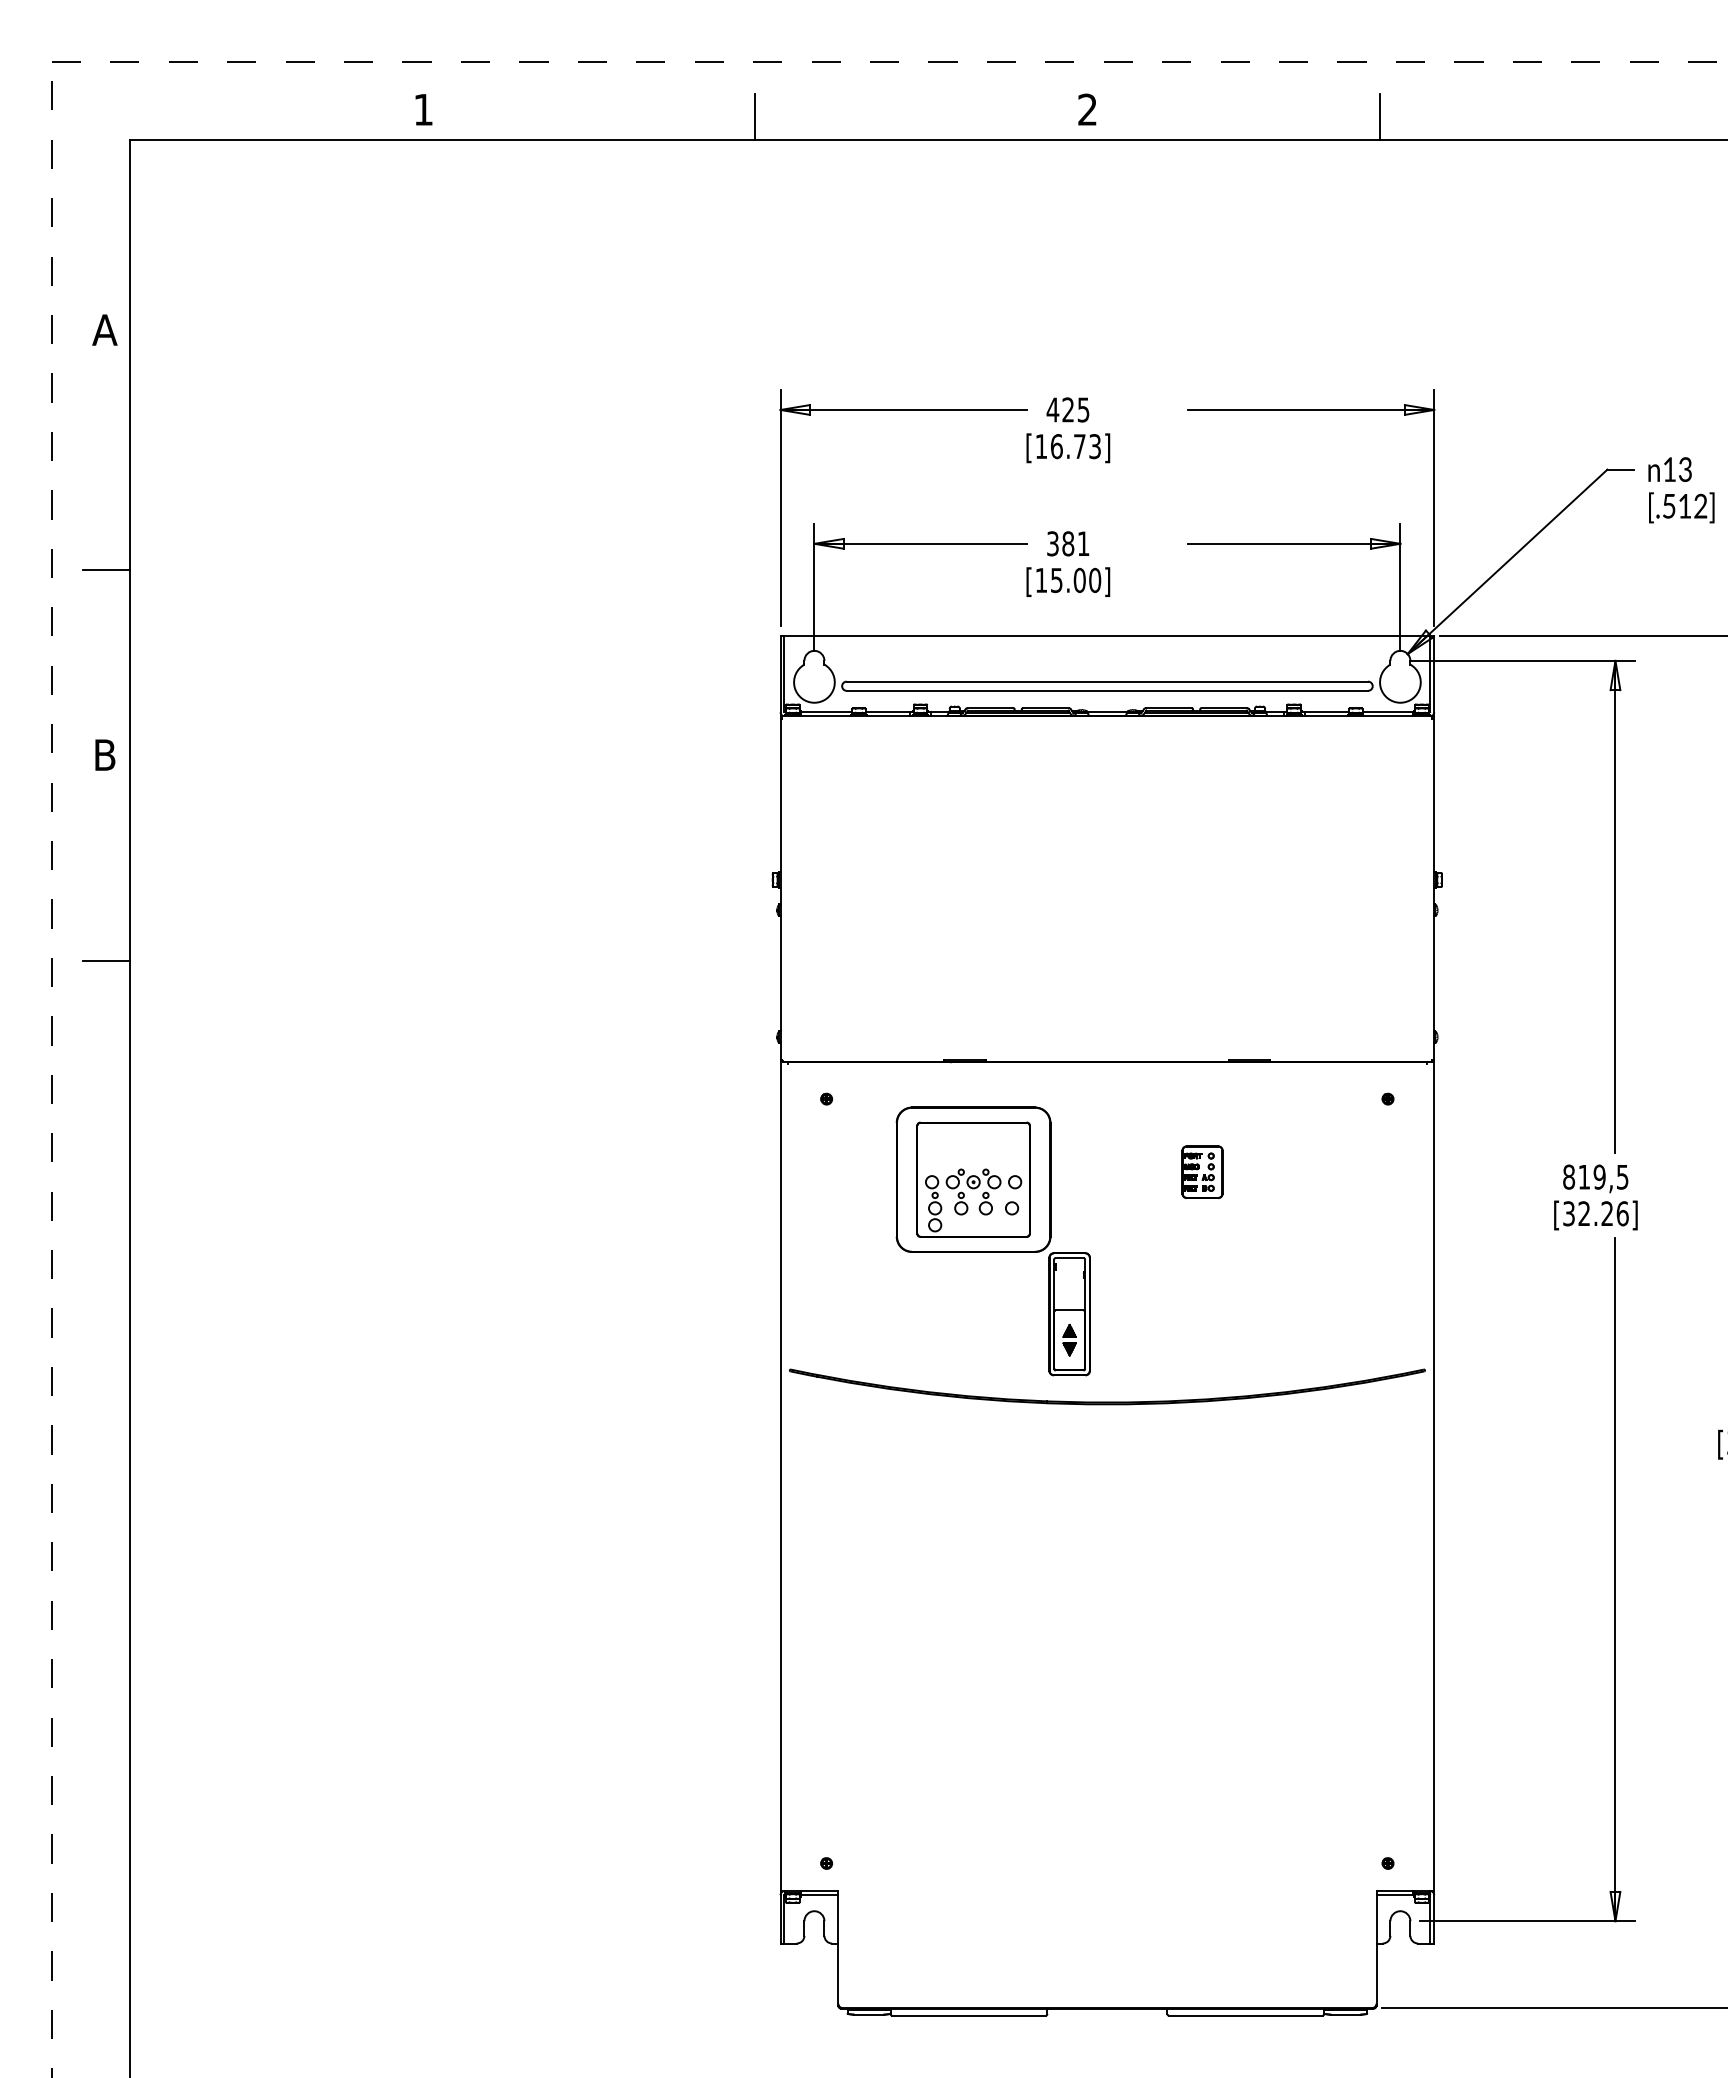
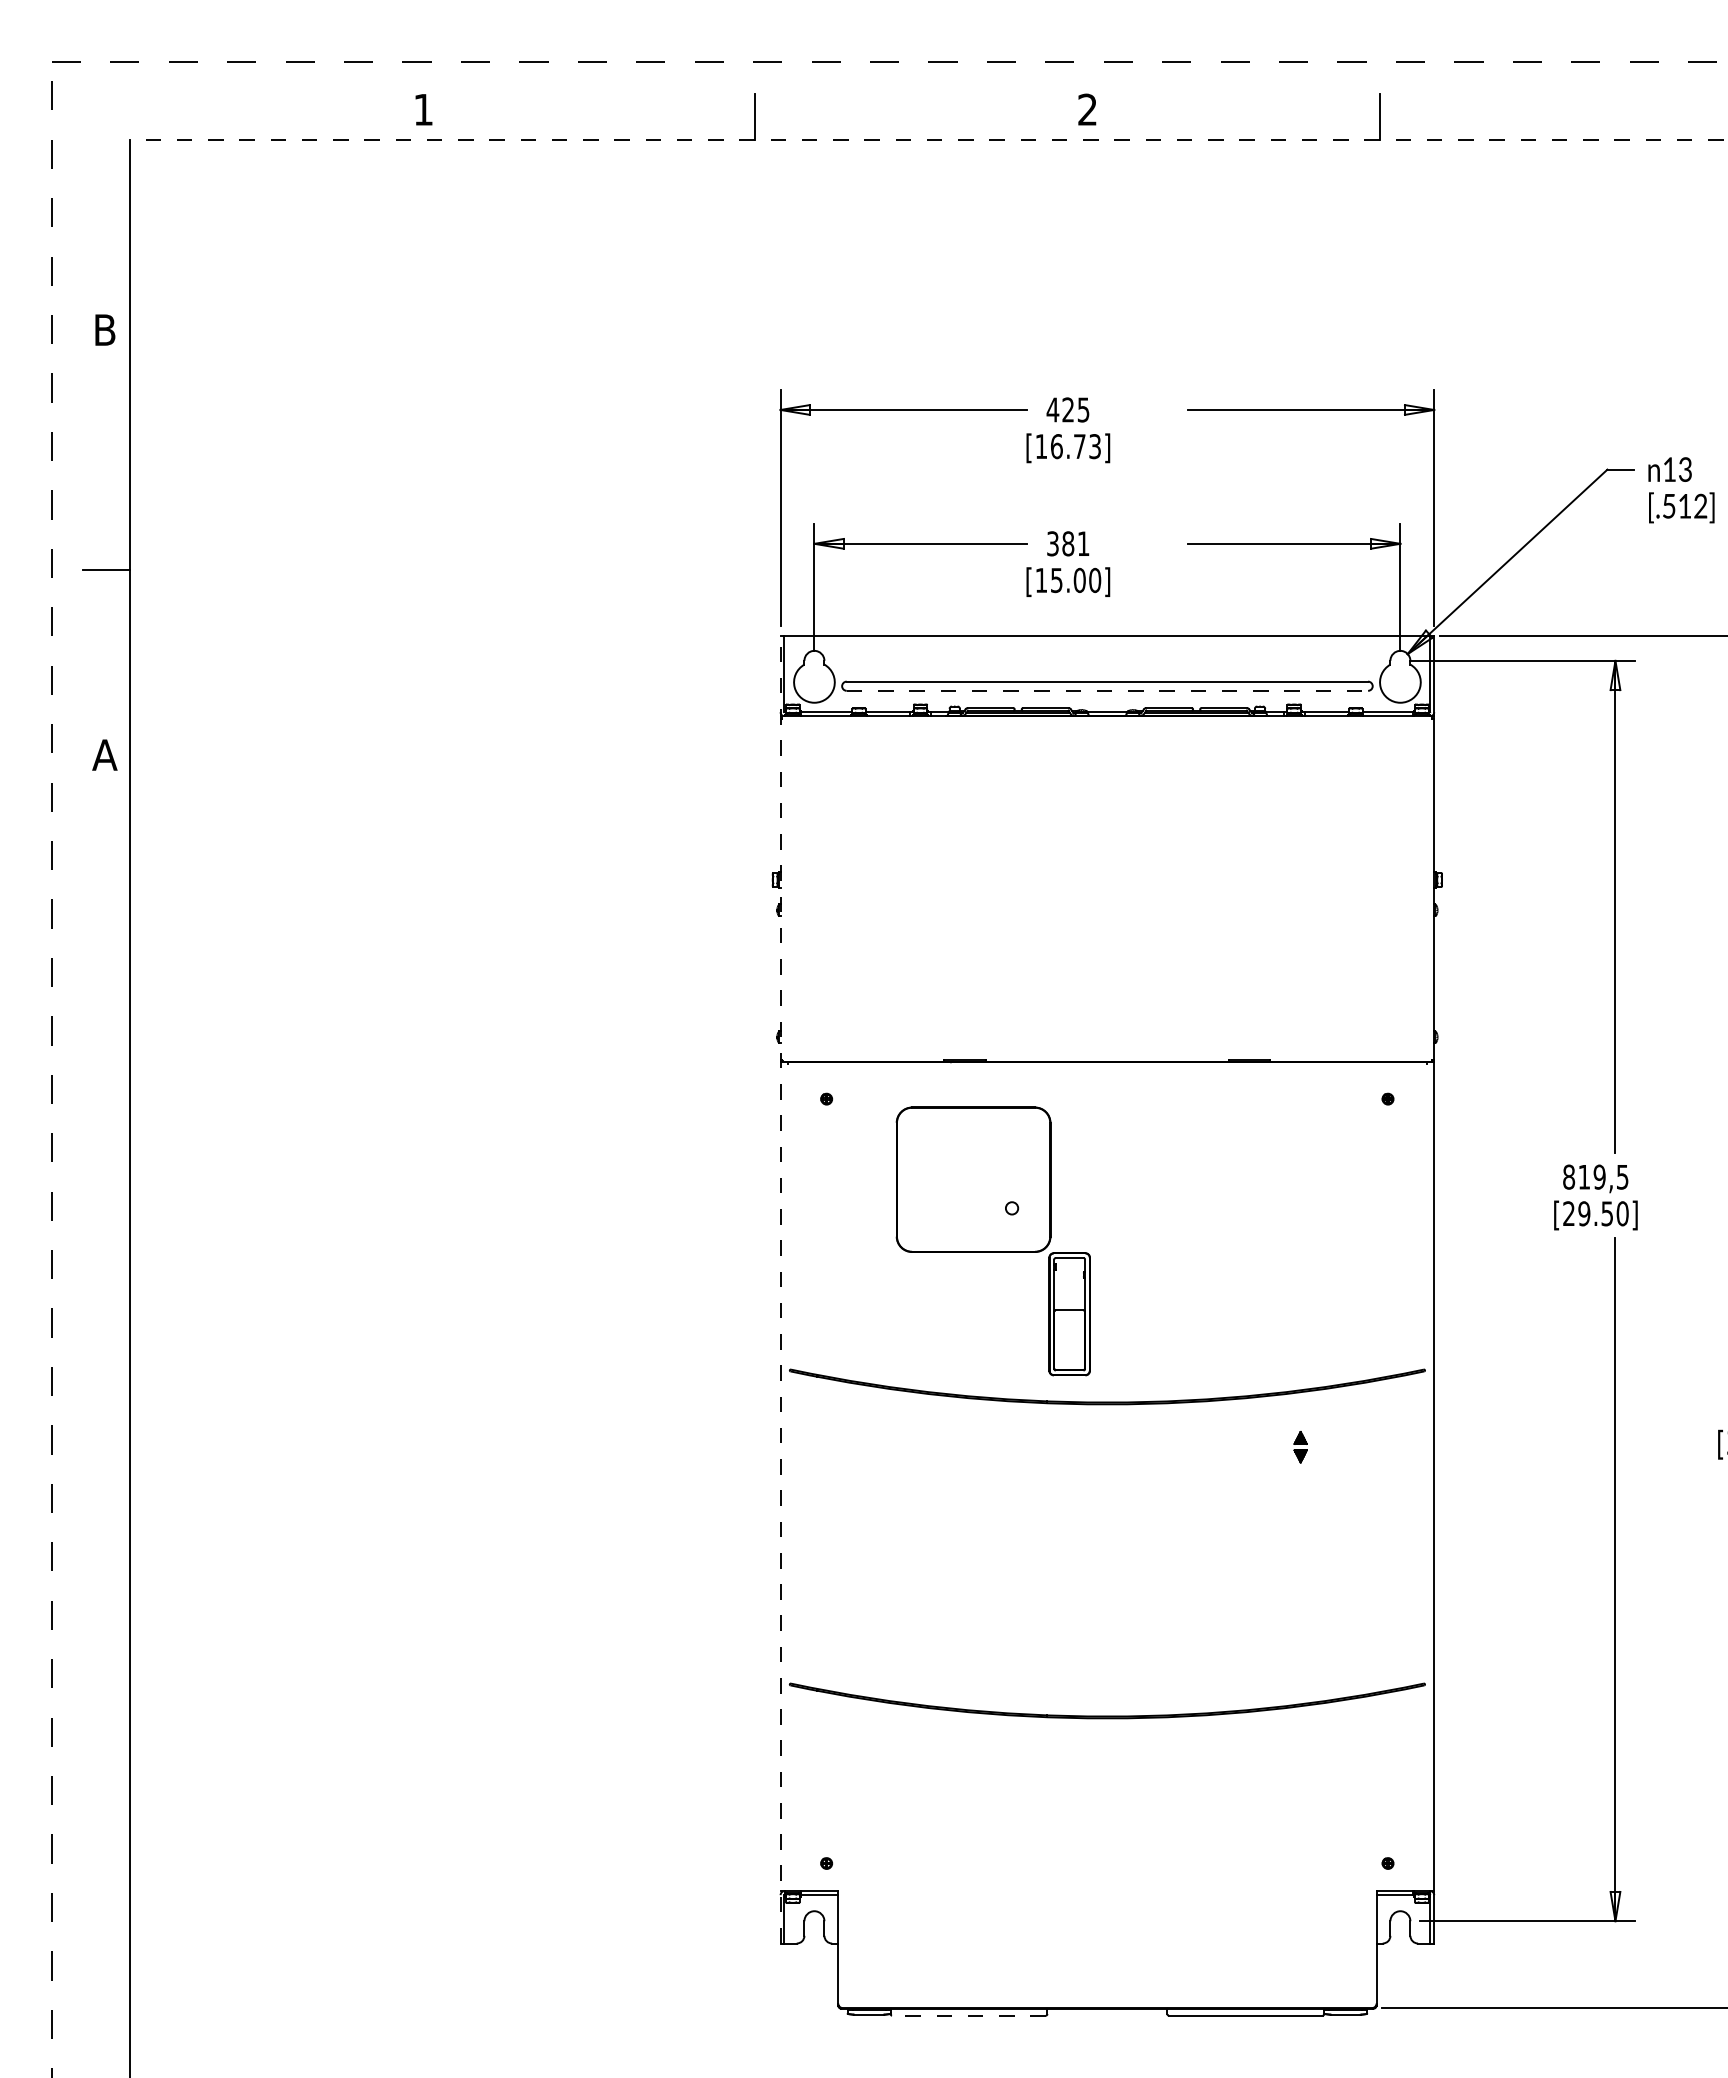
line at (928, 140): solid -> dashed
text at (104, 329): A -> B
line at (1107, 690): solid -> dashed
text at (104, 754): B -> A
line at (106, 960): present -> none
part at (1202, 1172): present -> none
part at (973, 1179): present -> none
text at (1595, 1213): [32.26] -> [29.50]
line at (780, 1289): solid -> dashed
part at (1069, 1340) position: (1069, 1340) -> (1300, 1447)
part at (1107, 1715): none -> present
line at (969, 2015): solid -> dashed
